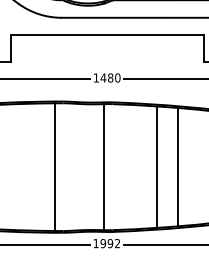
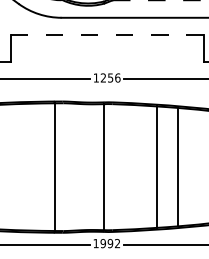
line at (160, 0): solid -> dashed
line at (107, 35): solid -> dashed
text at (110, 77): 1480 -> 1256
